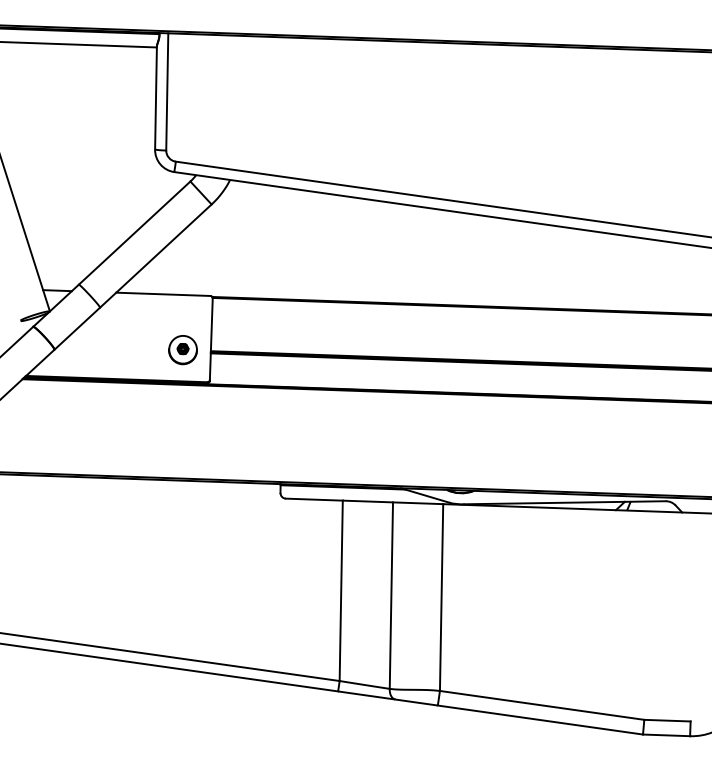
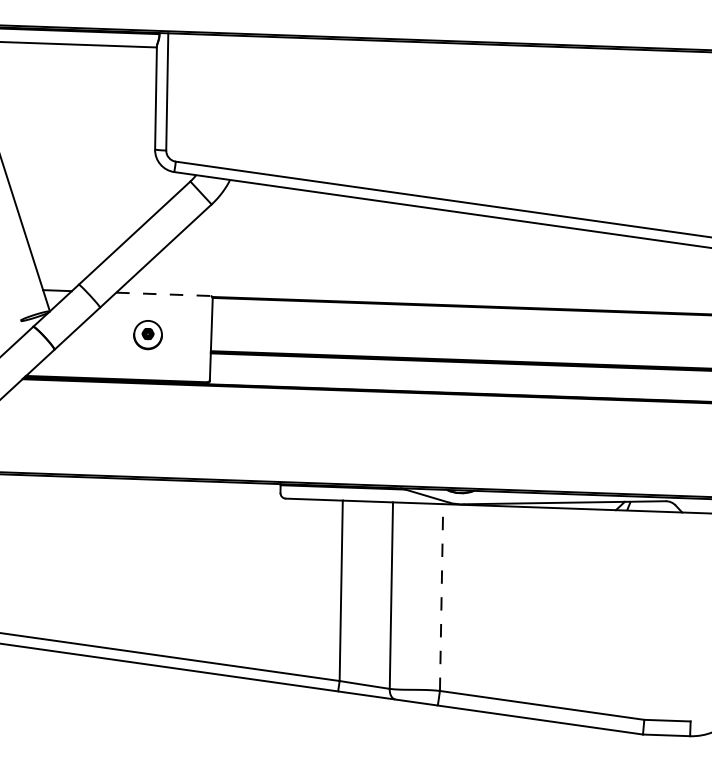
line at (163, 294): solid -> dashed
part at (182, 350) position: (182, 350) -> (147, 335)
line at (441, 597): solid -> dashed
